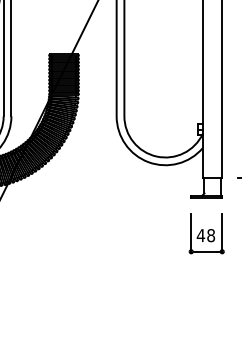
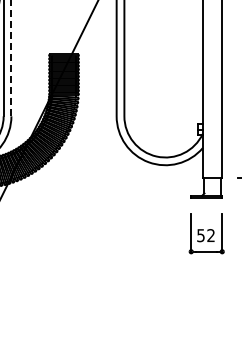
line at (11, 58): solid -> dashed
text at (205, 235): 48 -> 52
